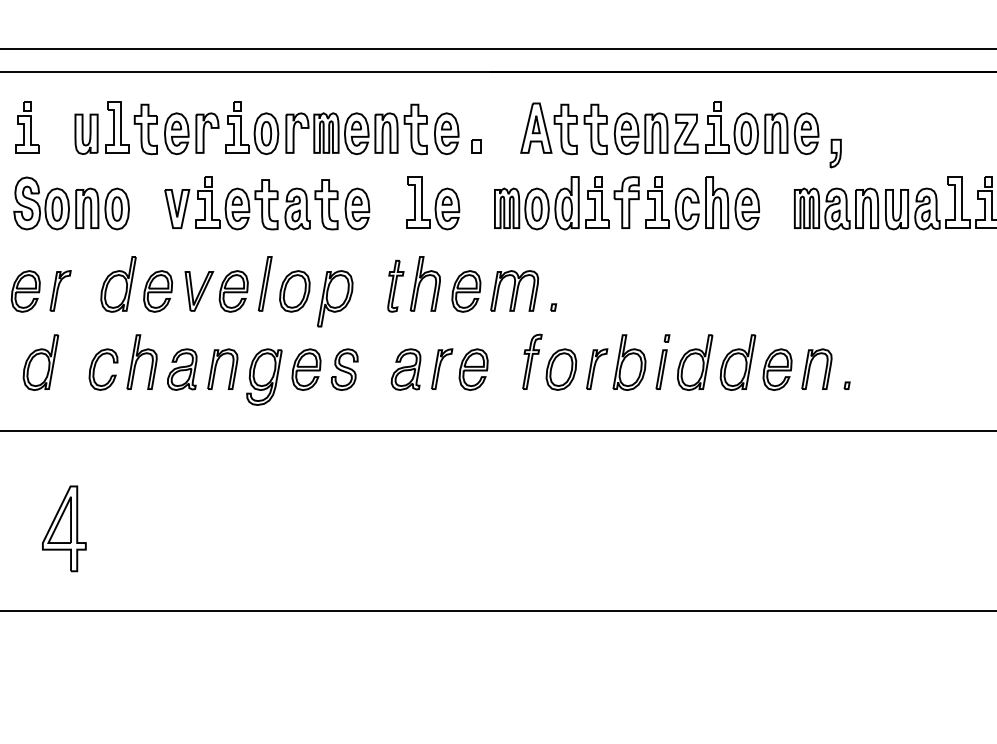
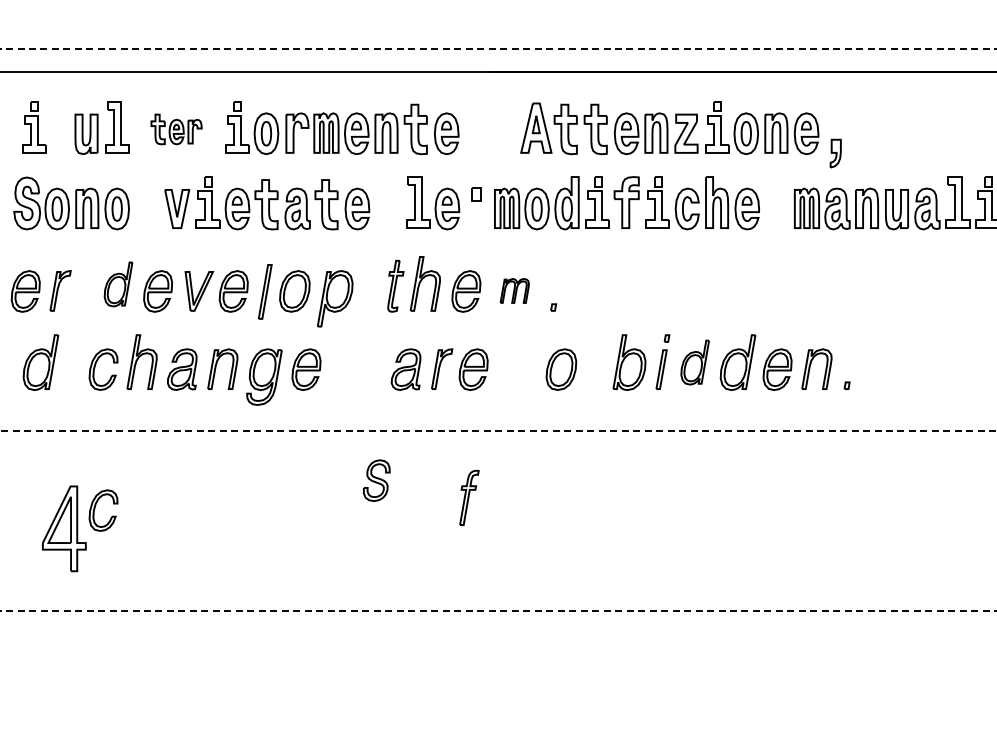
line at (499, 49): solid -> dashed
part at (27, 127) position: (27, 127) -> (34, 127)
part at (176, 129) size: 87x53 px -> 53x33 px
part at (476, 146) position: (476, 146) -> (476, 194)
part at (265, 283) position: (265, 283) -> (265, 291)
part at (118, 284) size: 37x57 px -> 31x47 px
part at (514, 290) size: 50x42 px -> 31x26 px
part at (532, 361) position: (532, 361) -> (469, 497)
part at (695, 362) size: 37x57 px -> 30x47 px
part at (597, 368): present -> none
part at (344, 369) position: (344, 369) -> (376, 480)
line at (499, 430): solid -> dashed
part at (95, 509): none -> present
line at (498, 610): solid -> dashed
